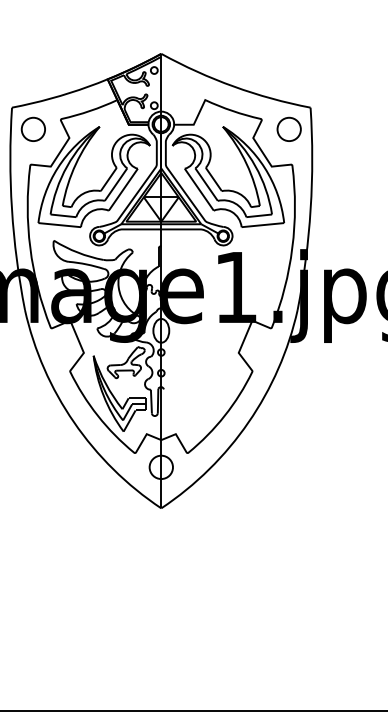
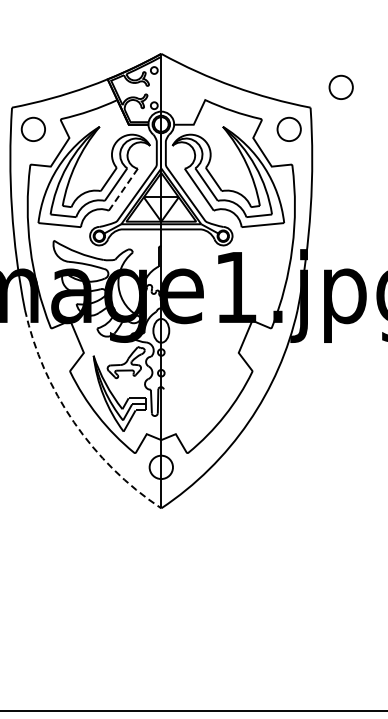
circle at (340, 86): none -> present
line at (123, 189): solid -> dashed
arc at (74, 422): solid -> dashed
